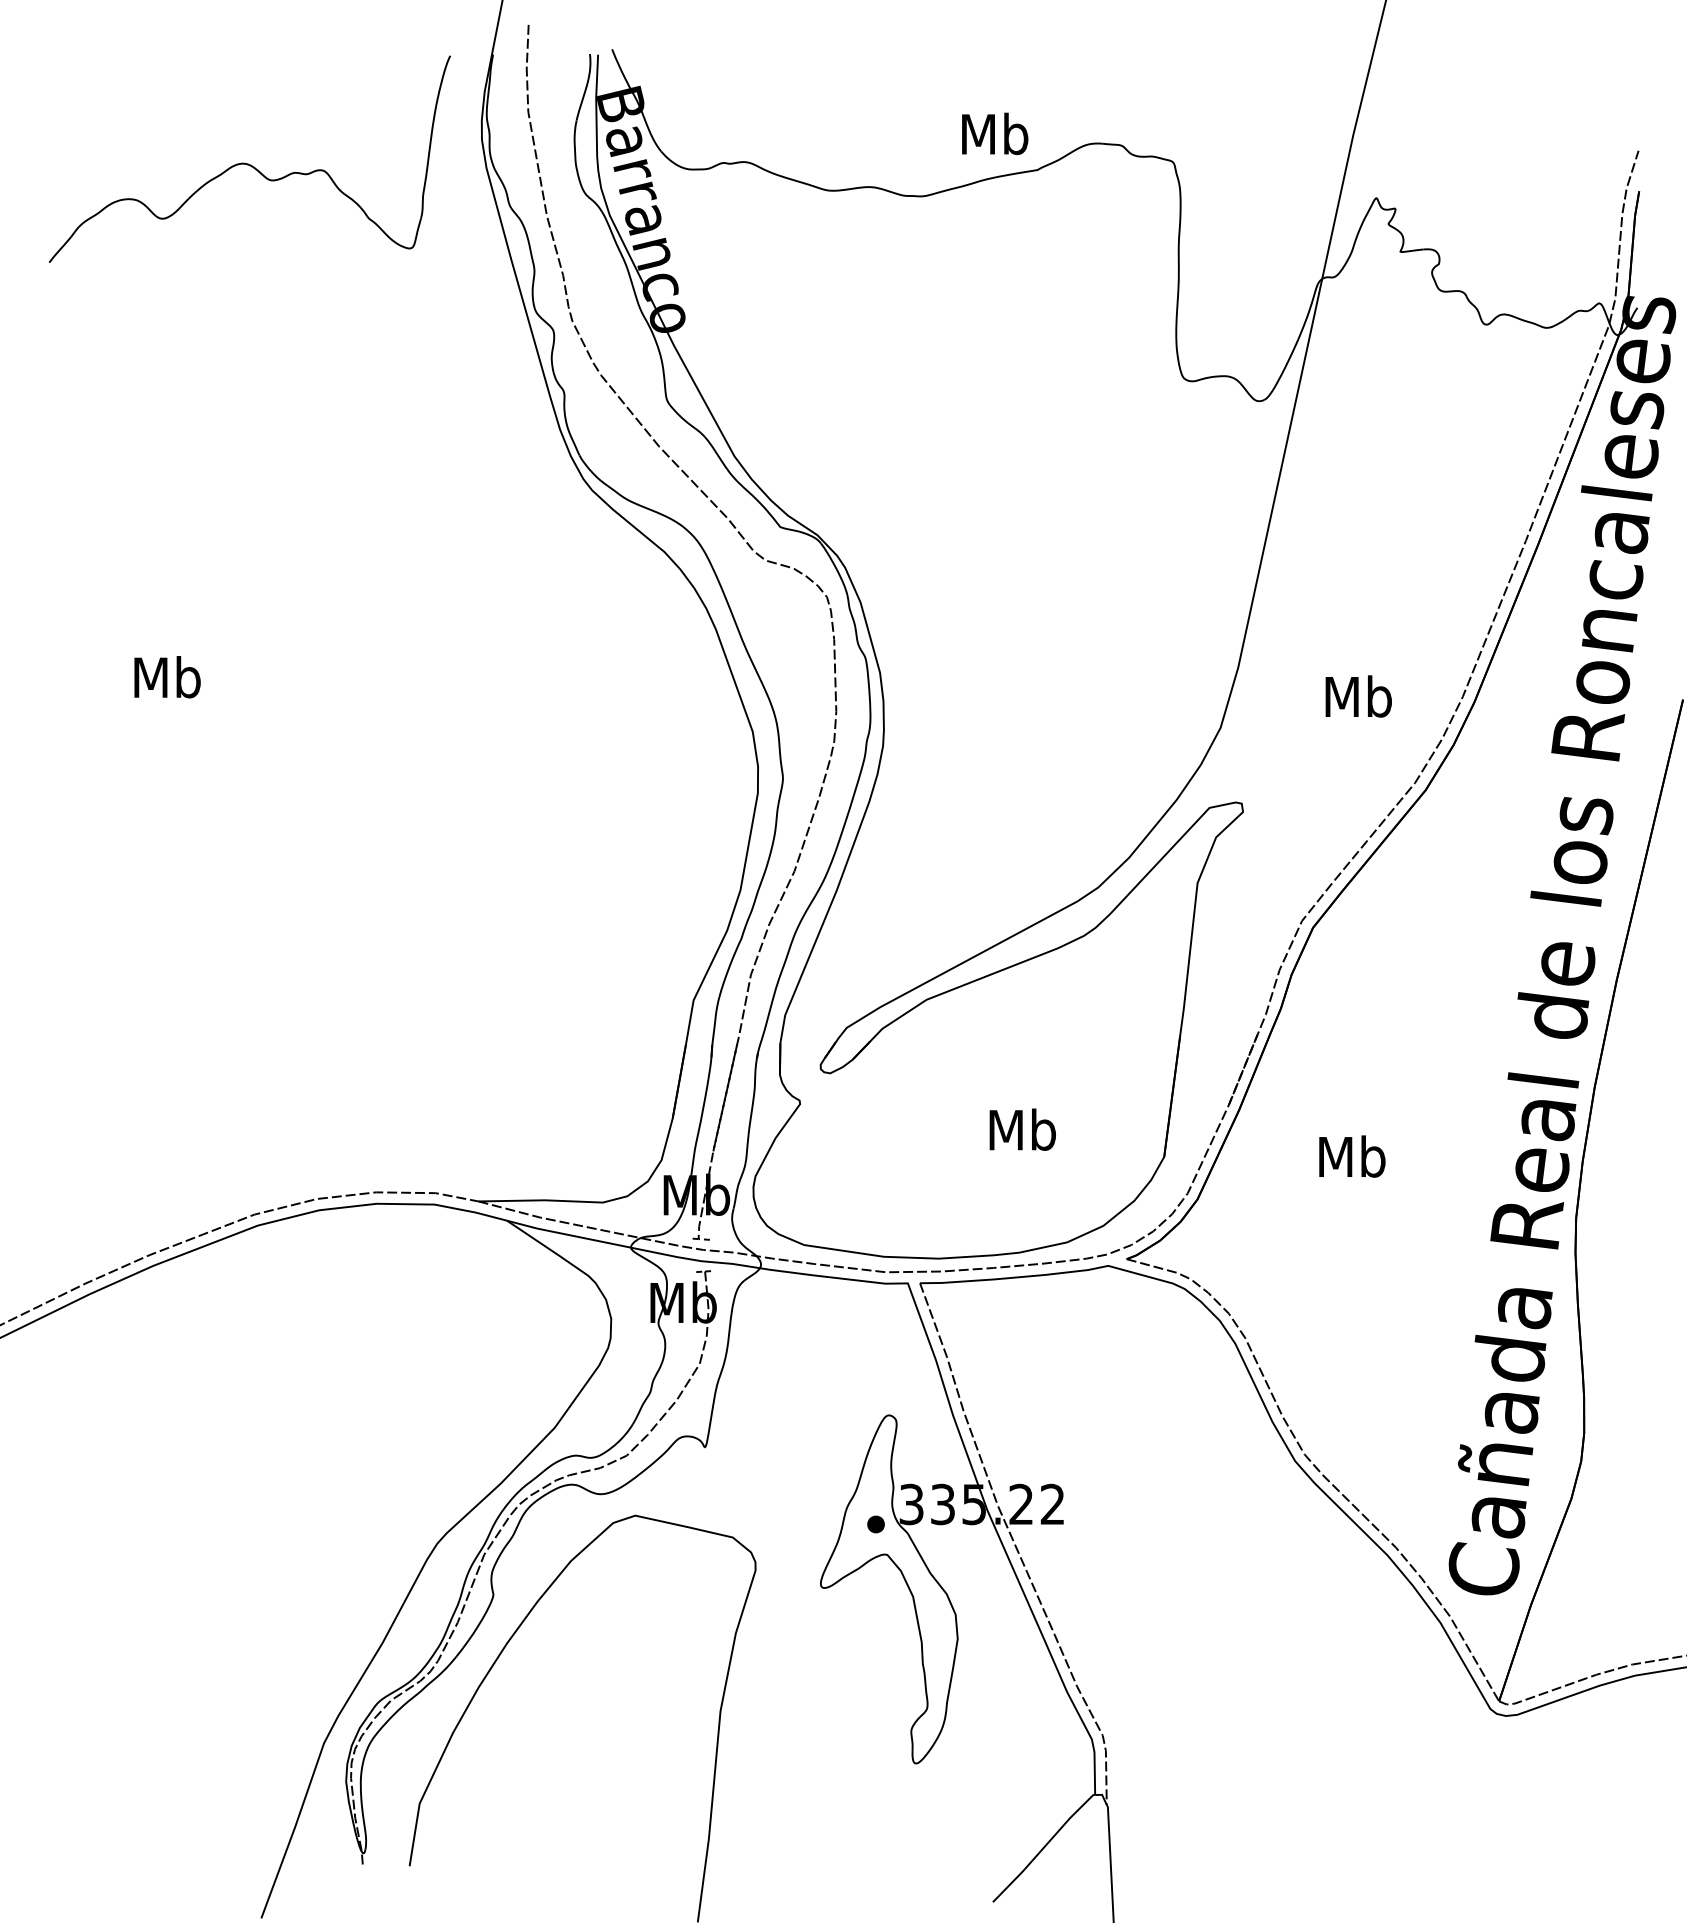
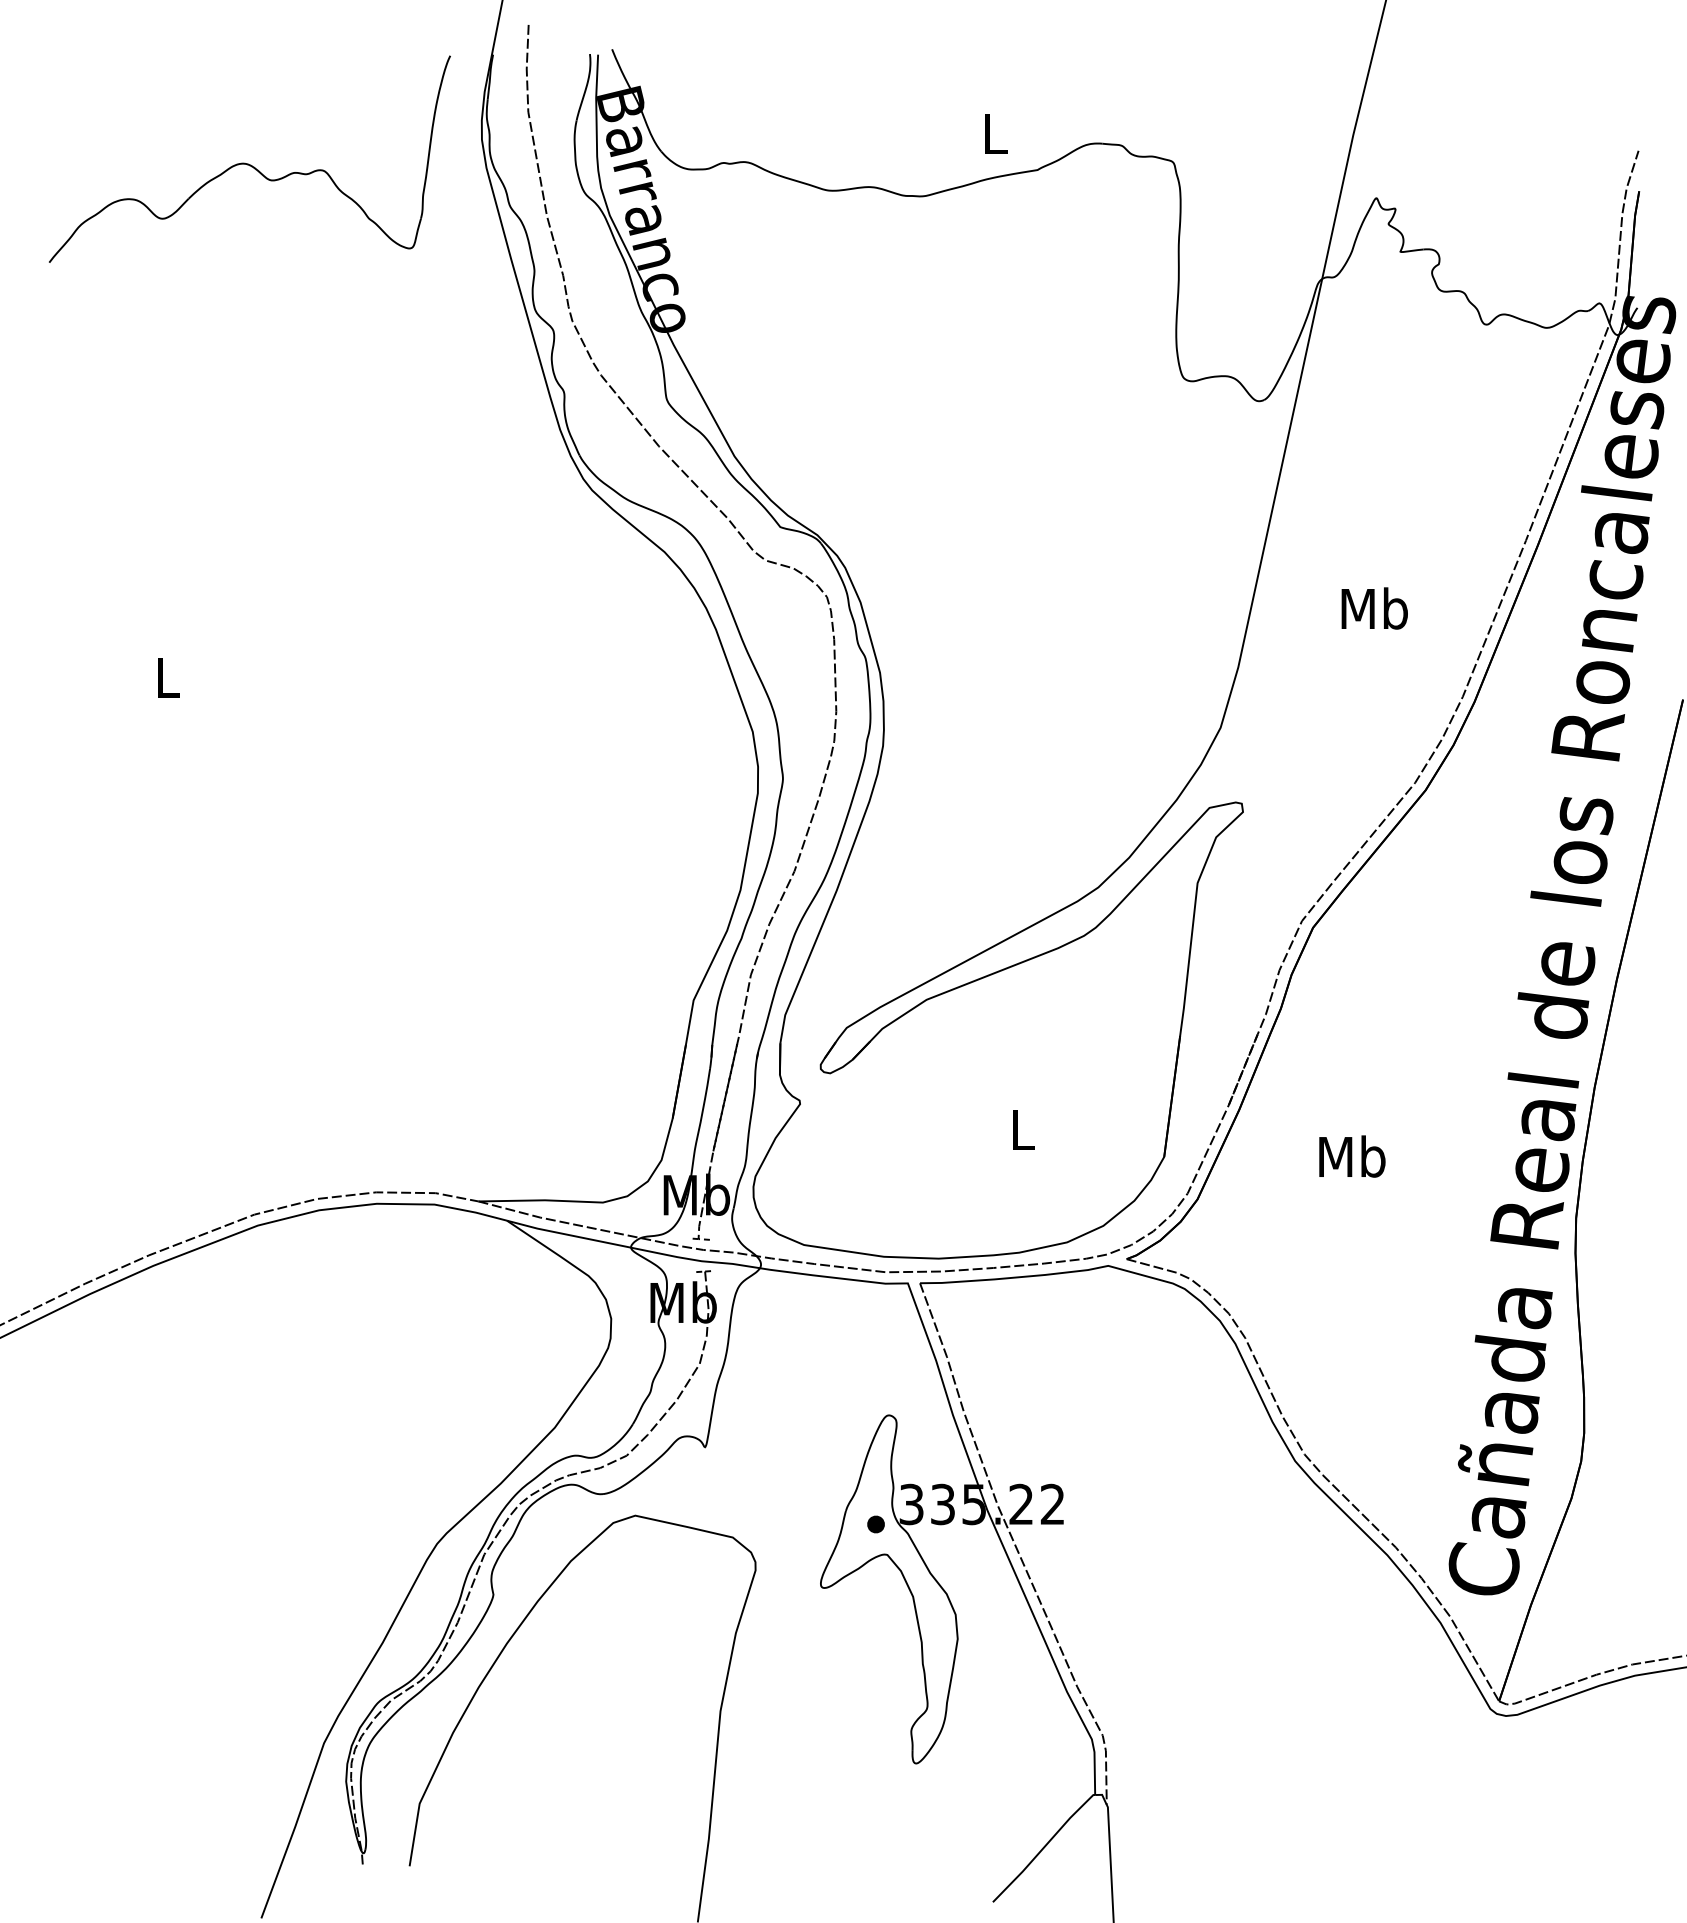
text at (995, 133): Mb -> L
text at (167, 677): Mb -> L
text at (1358, 696) position: (1358, 696) -> (1374, 608)
text at (1022, 1129): Mb -> L
